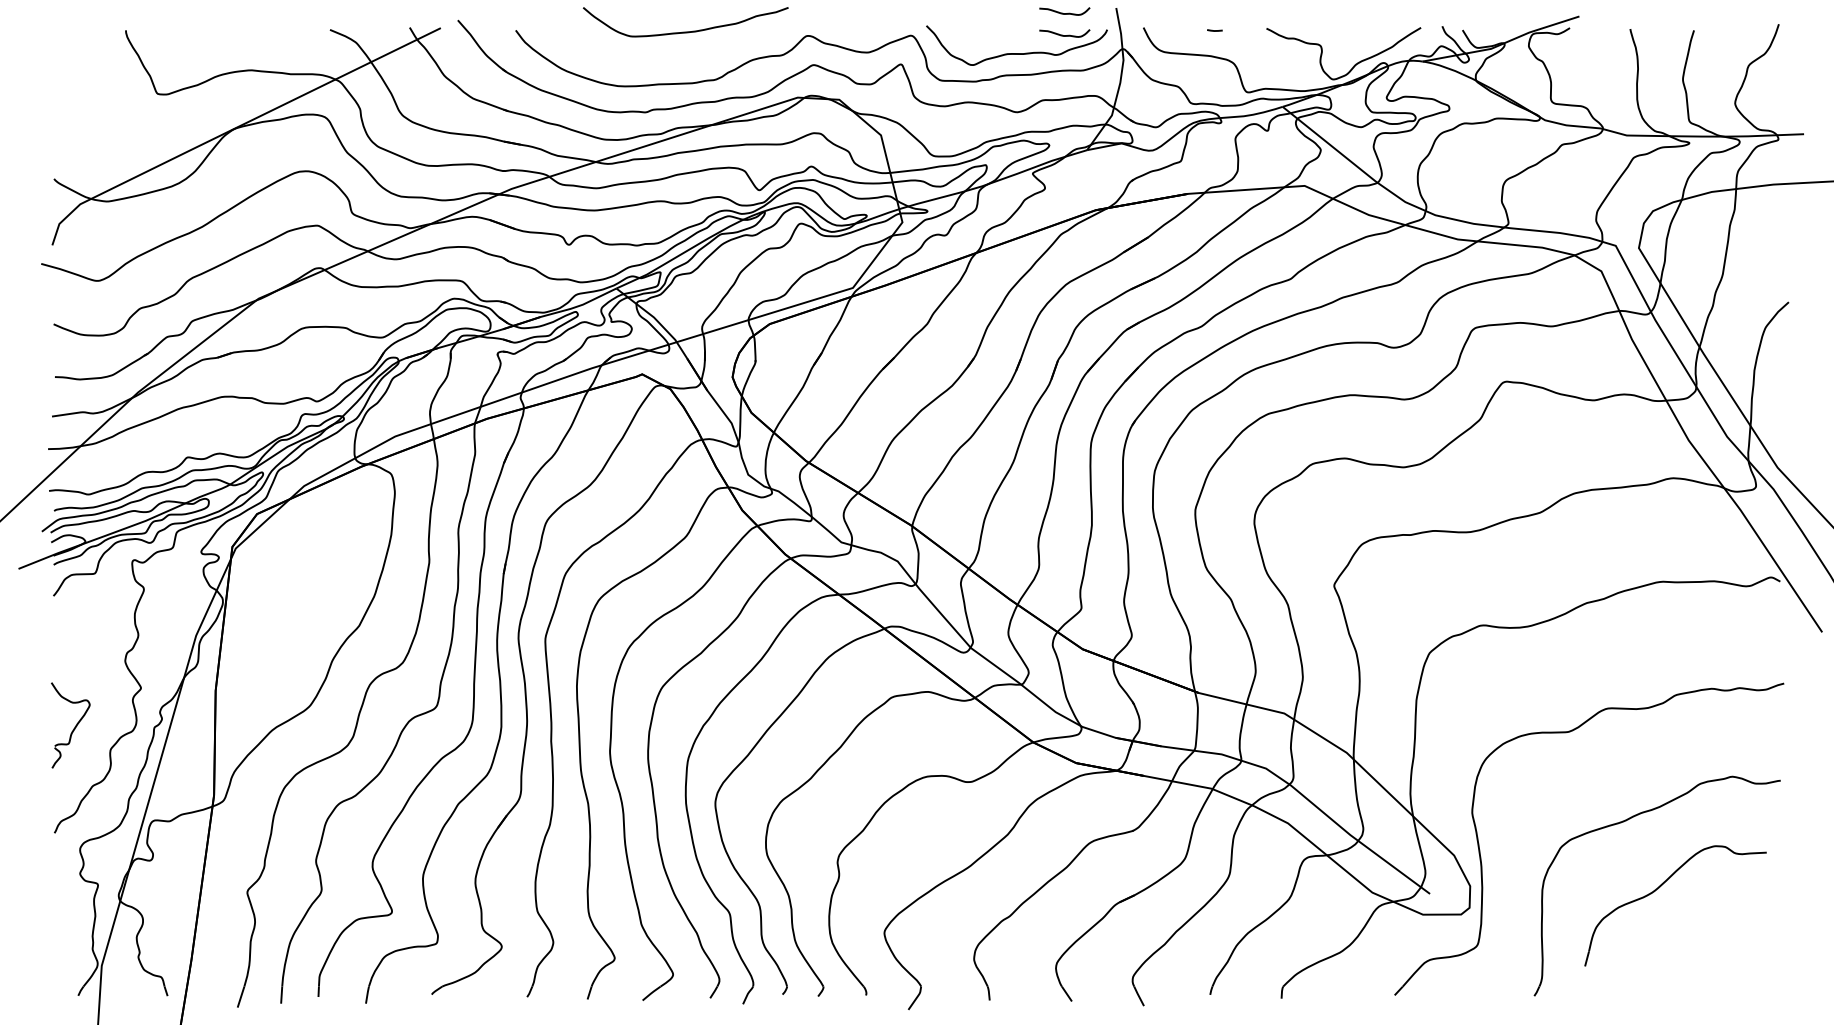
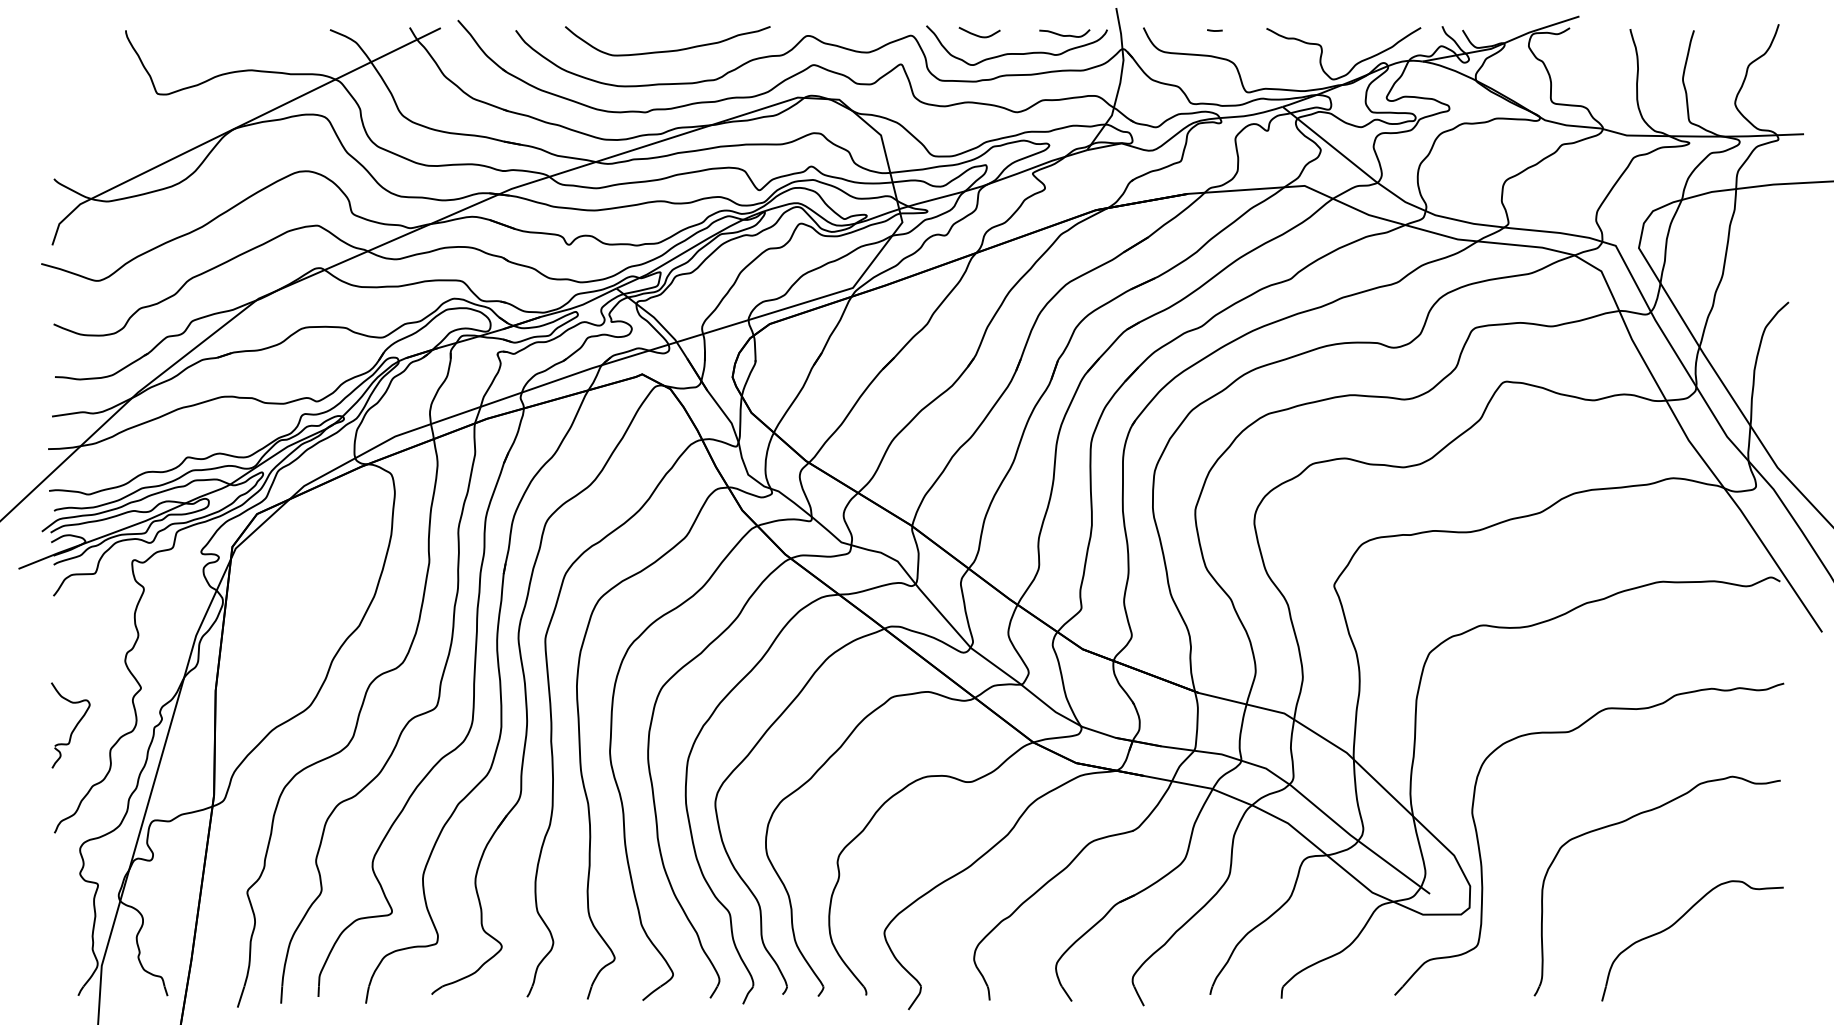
curve at (1064, 13): present -> none
curve at (685, 31) position: (685, 31) -> (667, 50)
curve at (977, 34): none -> present
part at (1659, 888) position: (1659, 888) -> (1676, 923)
